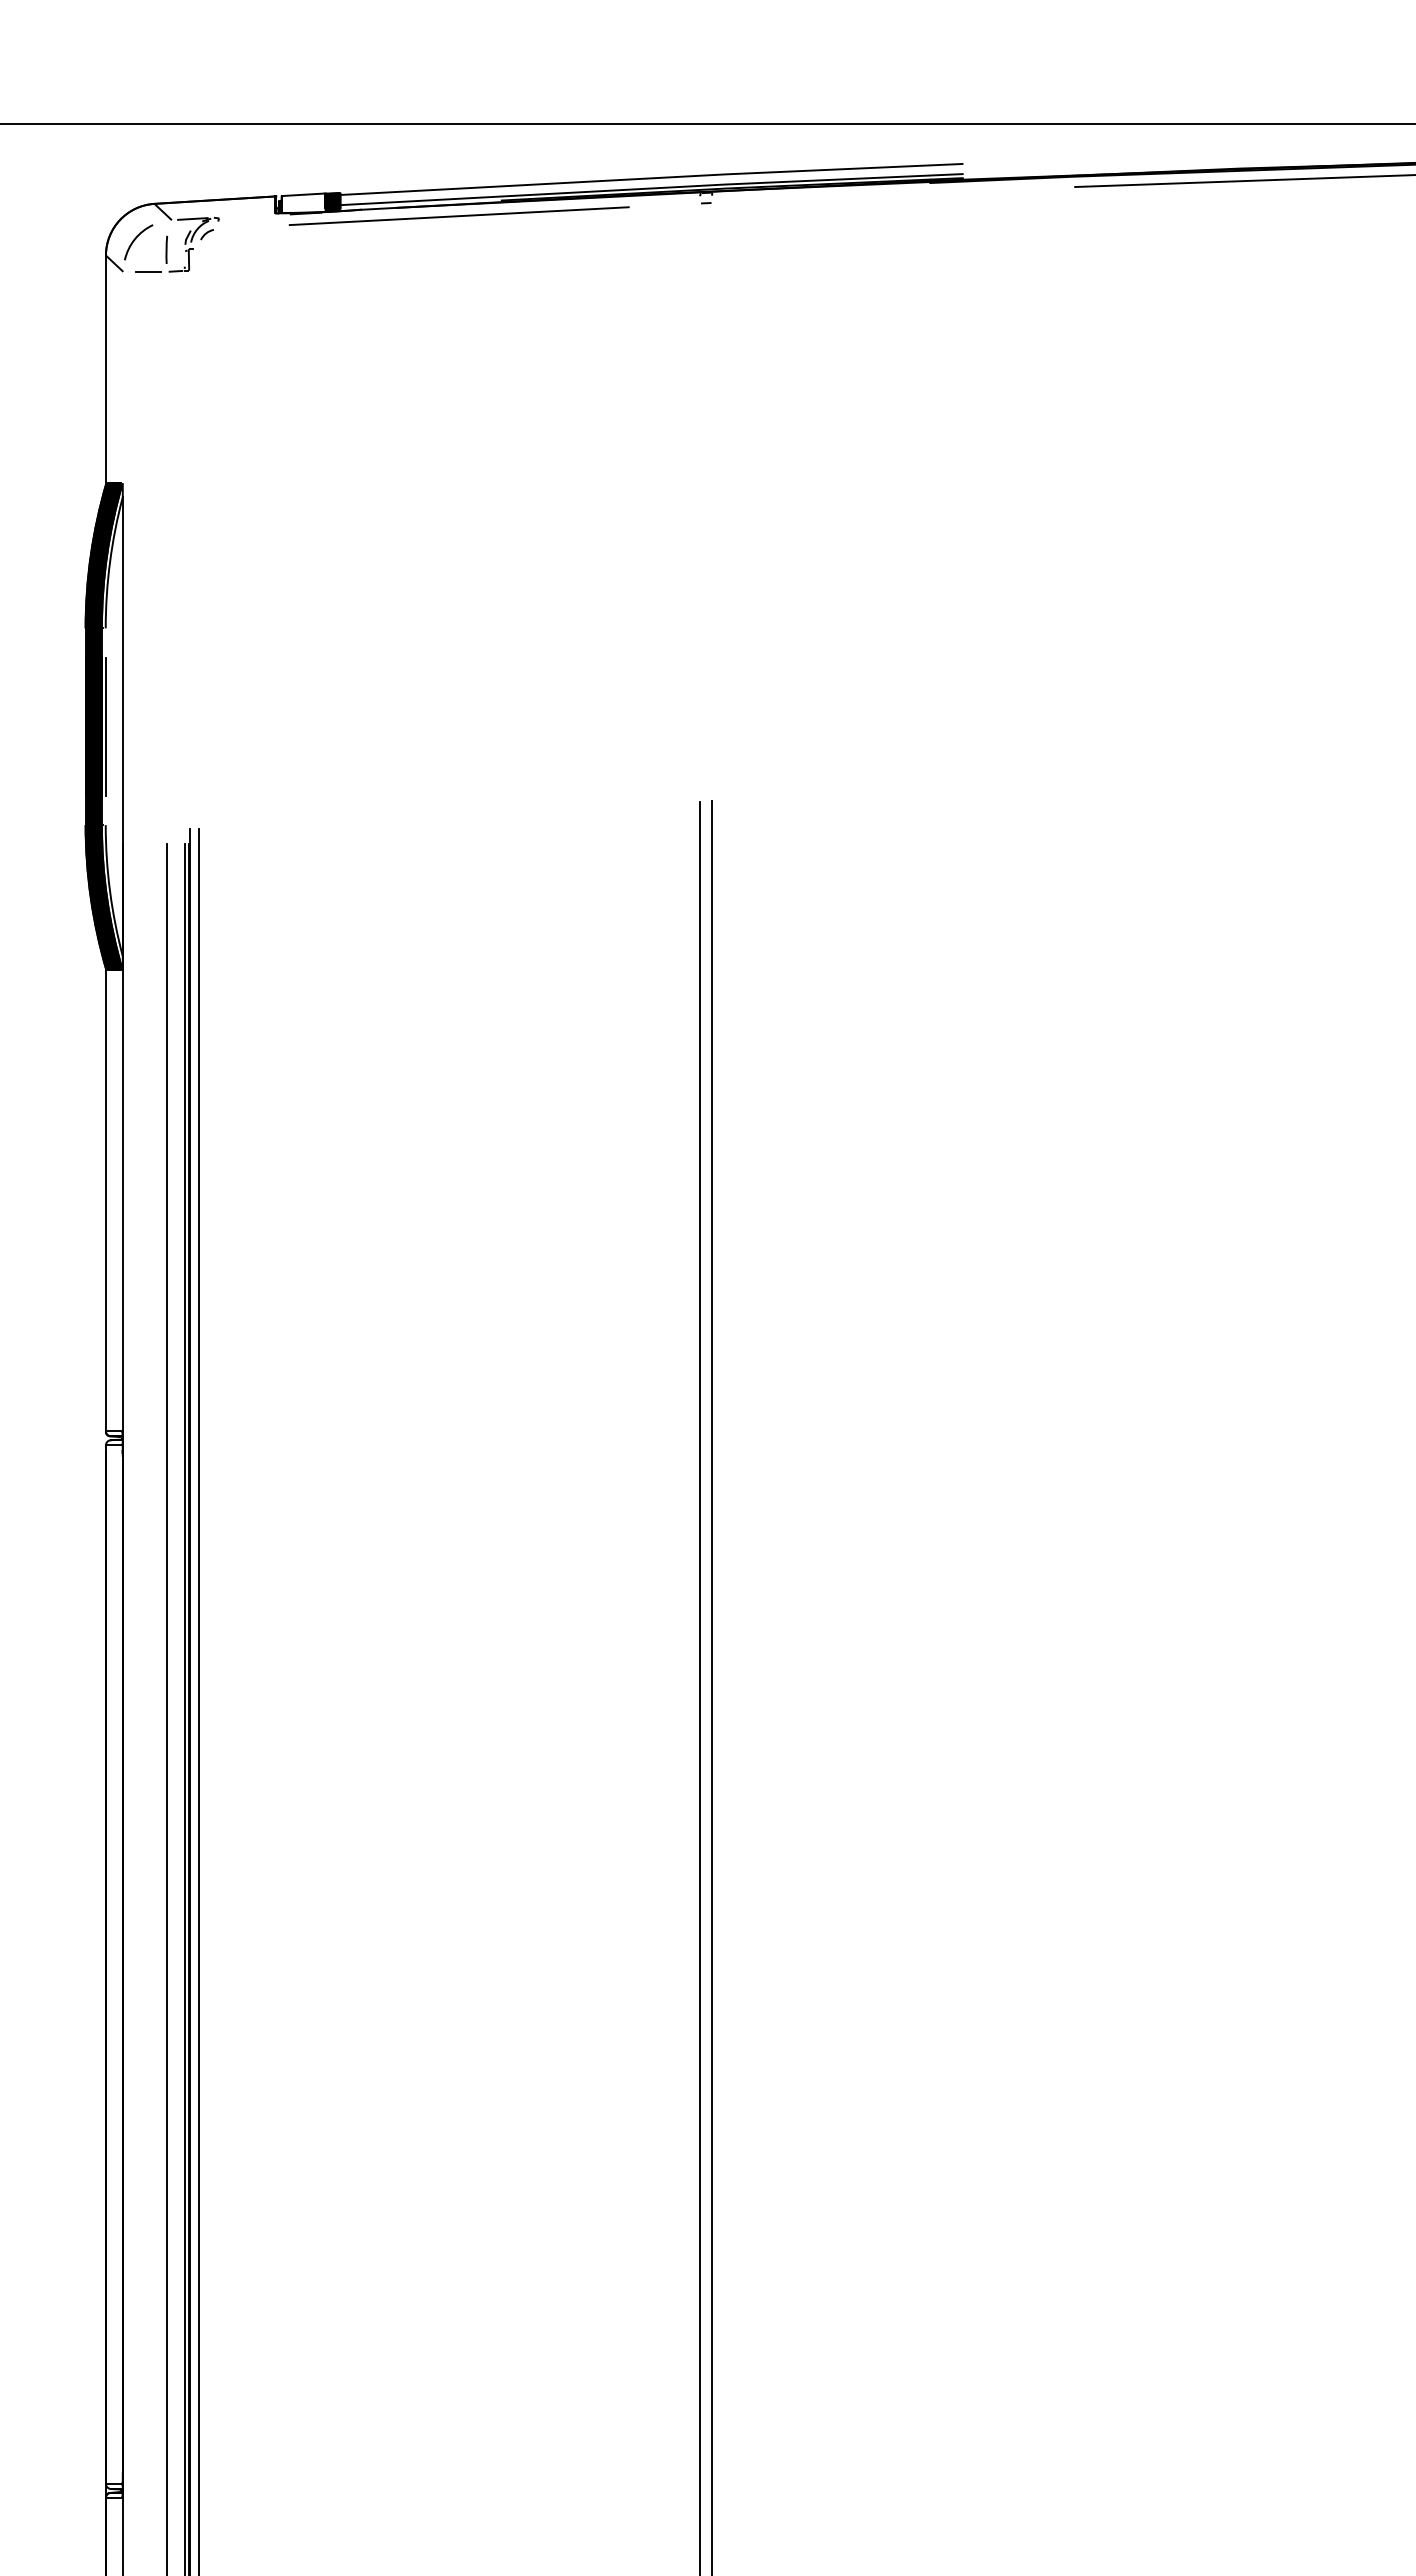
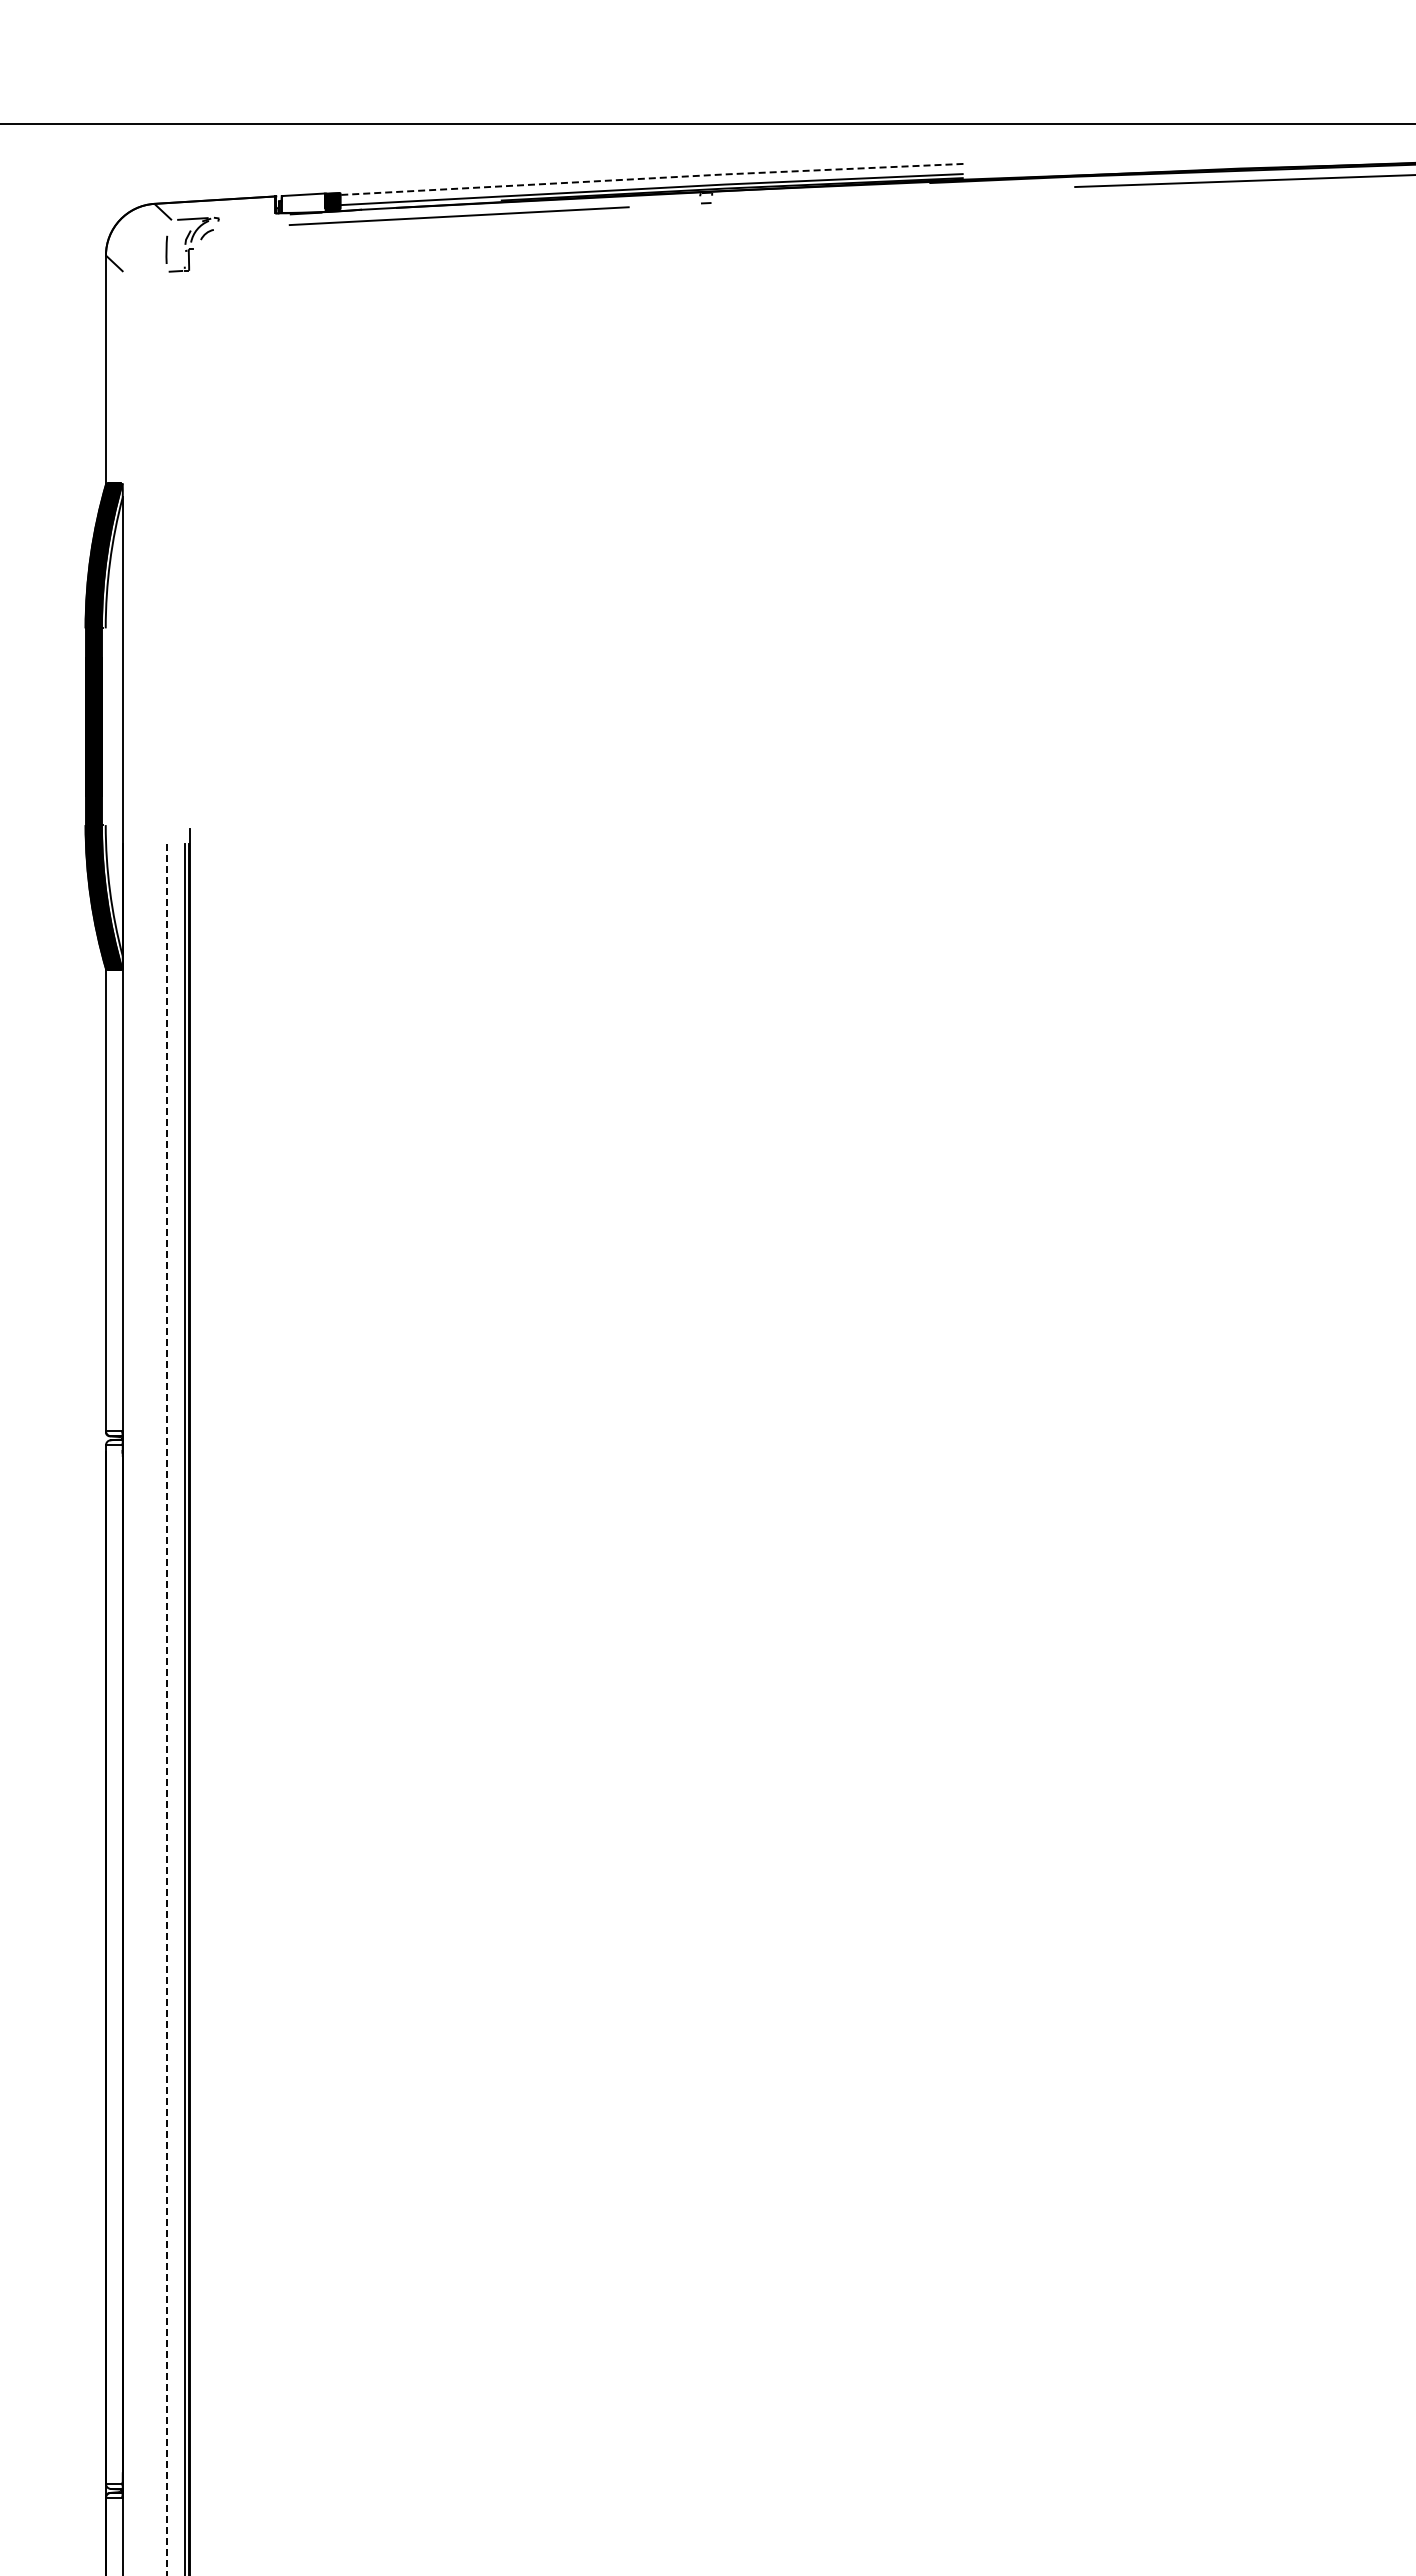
line at (652, 178): solid -> dashed
arc at (135, 240): present -> none
line at (148, 271): present -> none
line at (105, 726): present -> none
line at (700, 1686): present -> none
line at (712, 1686): present -> none
line at (198, 1700): present -> none
line at (167, 1709): solid -> dashed
